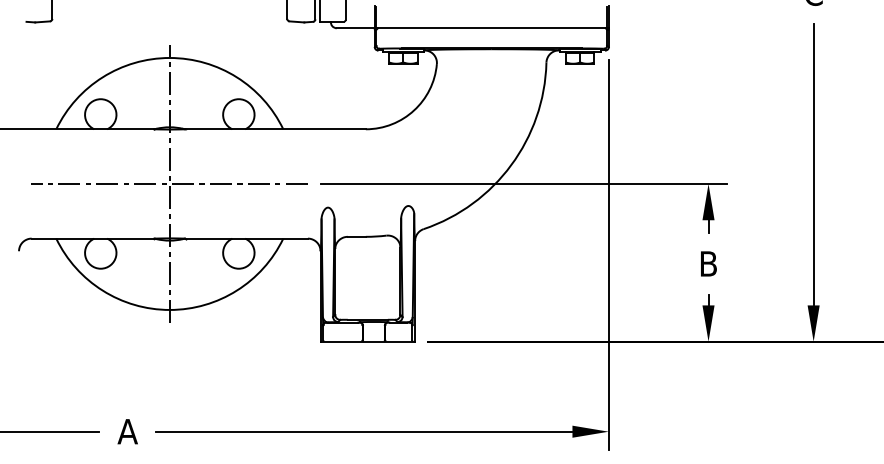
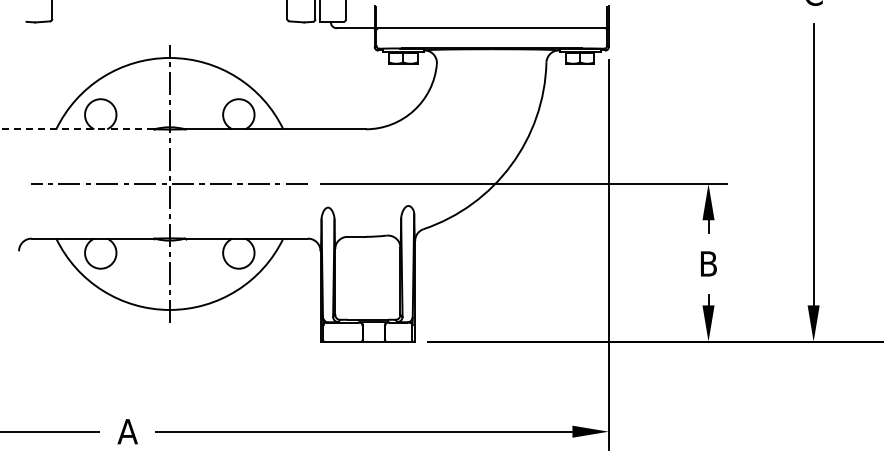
line at (76, 129): solid -> dashed
